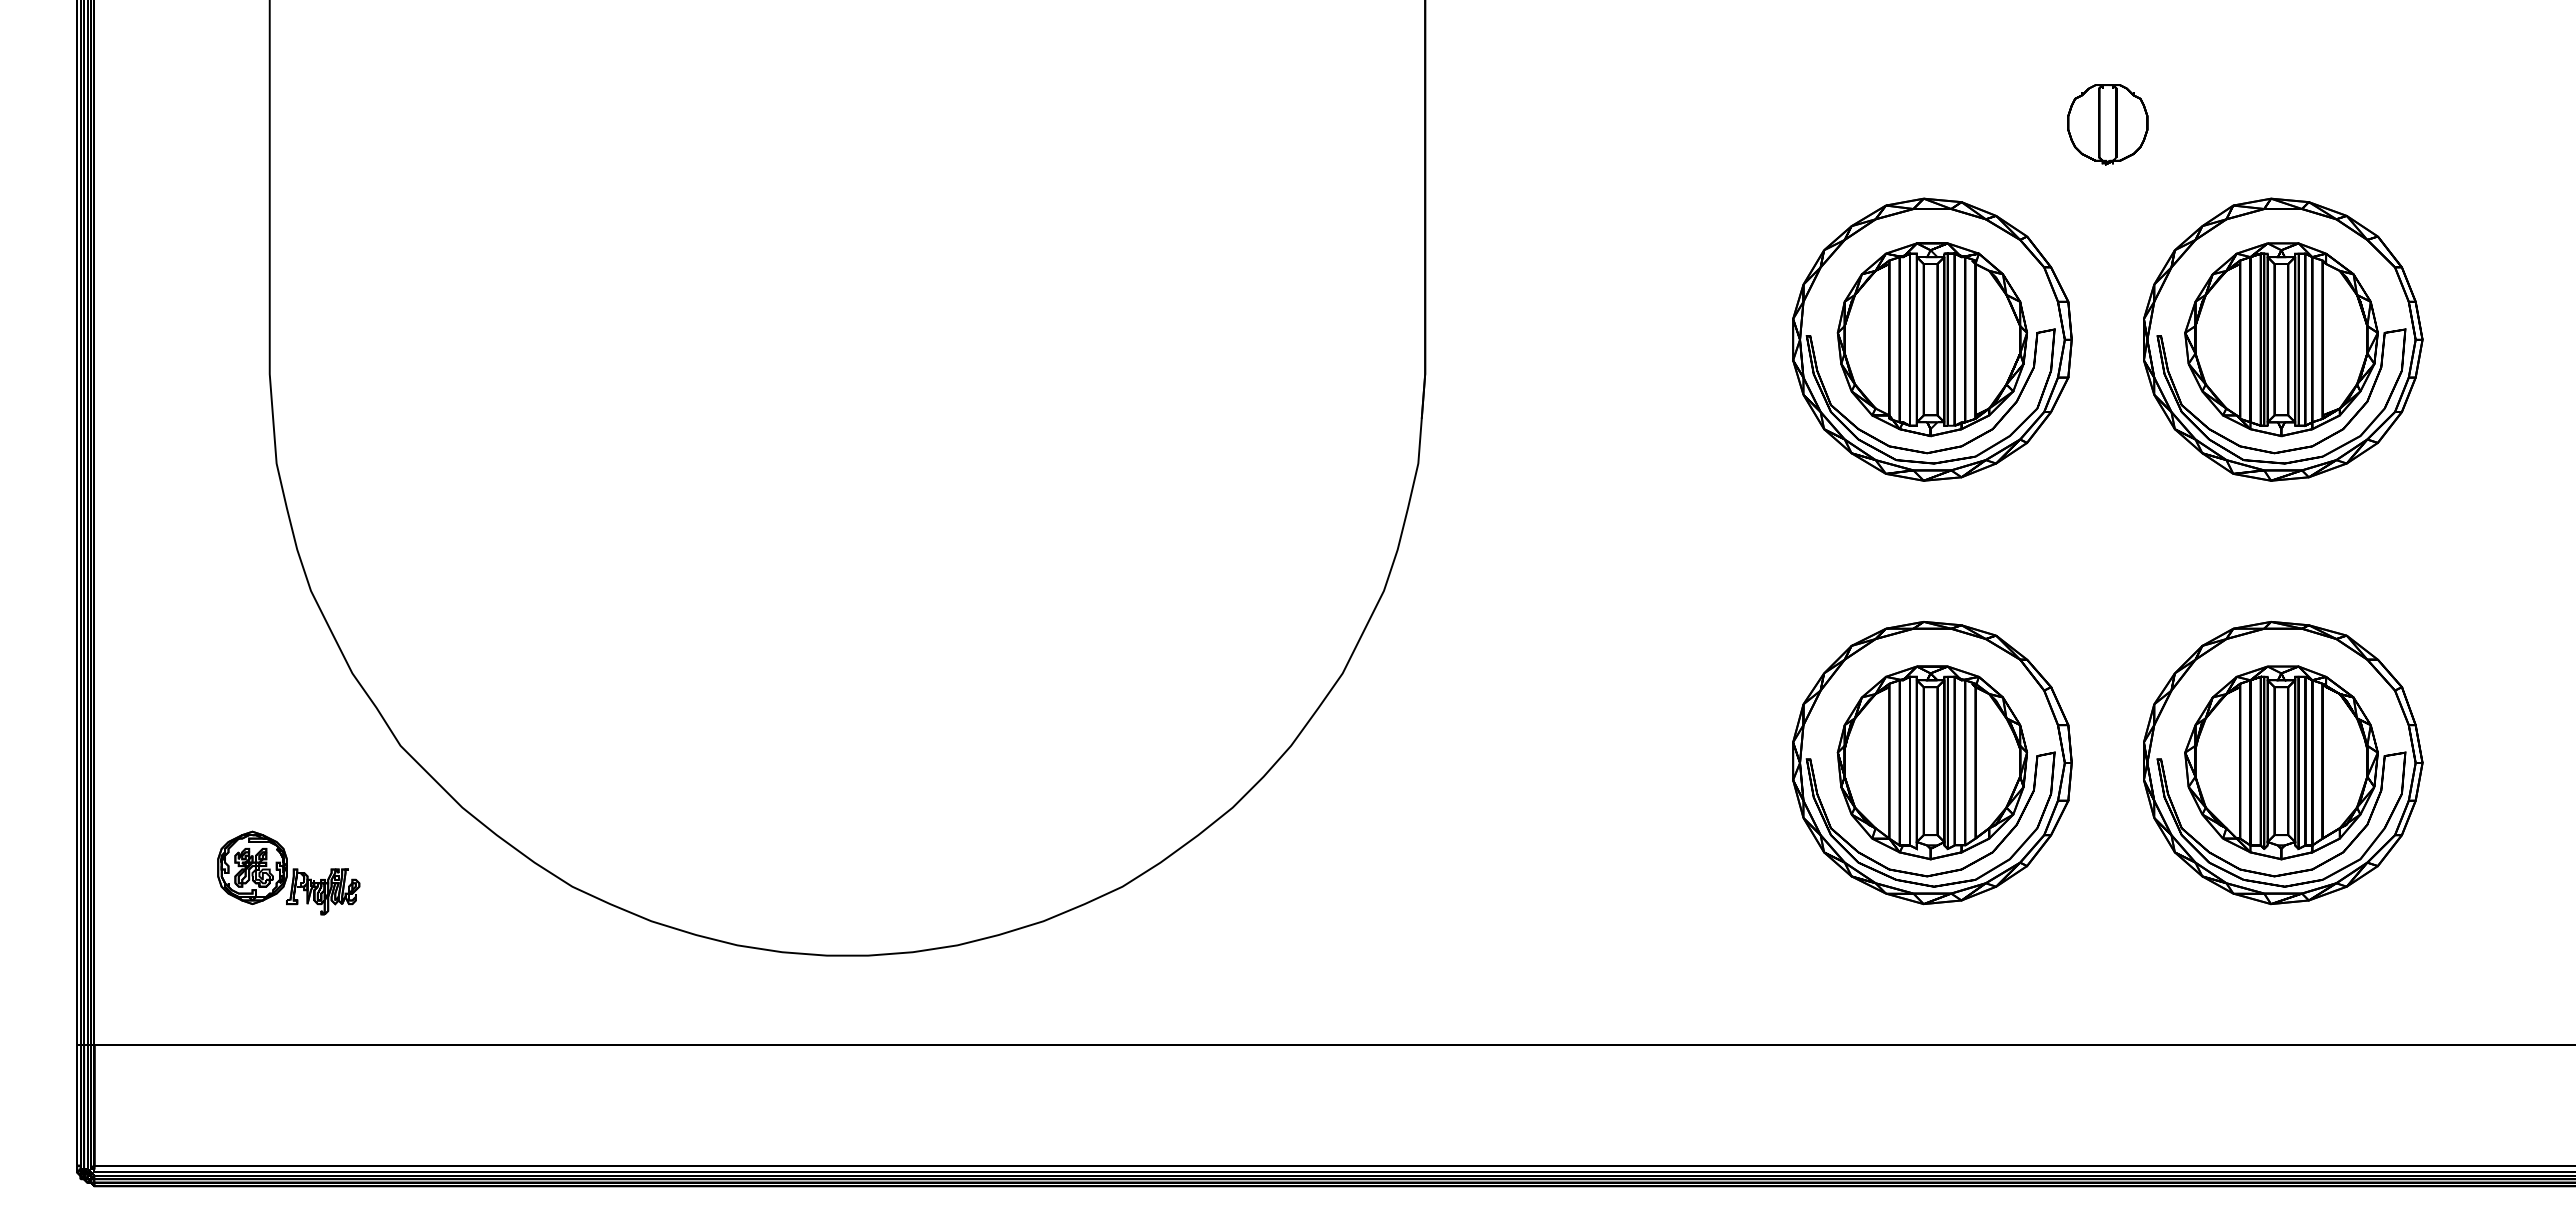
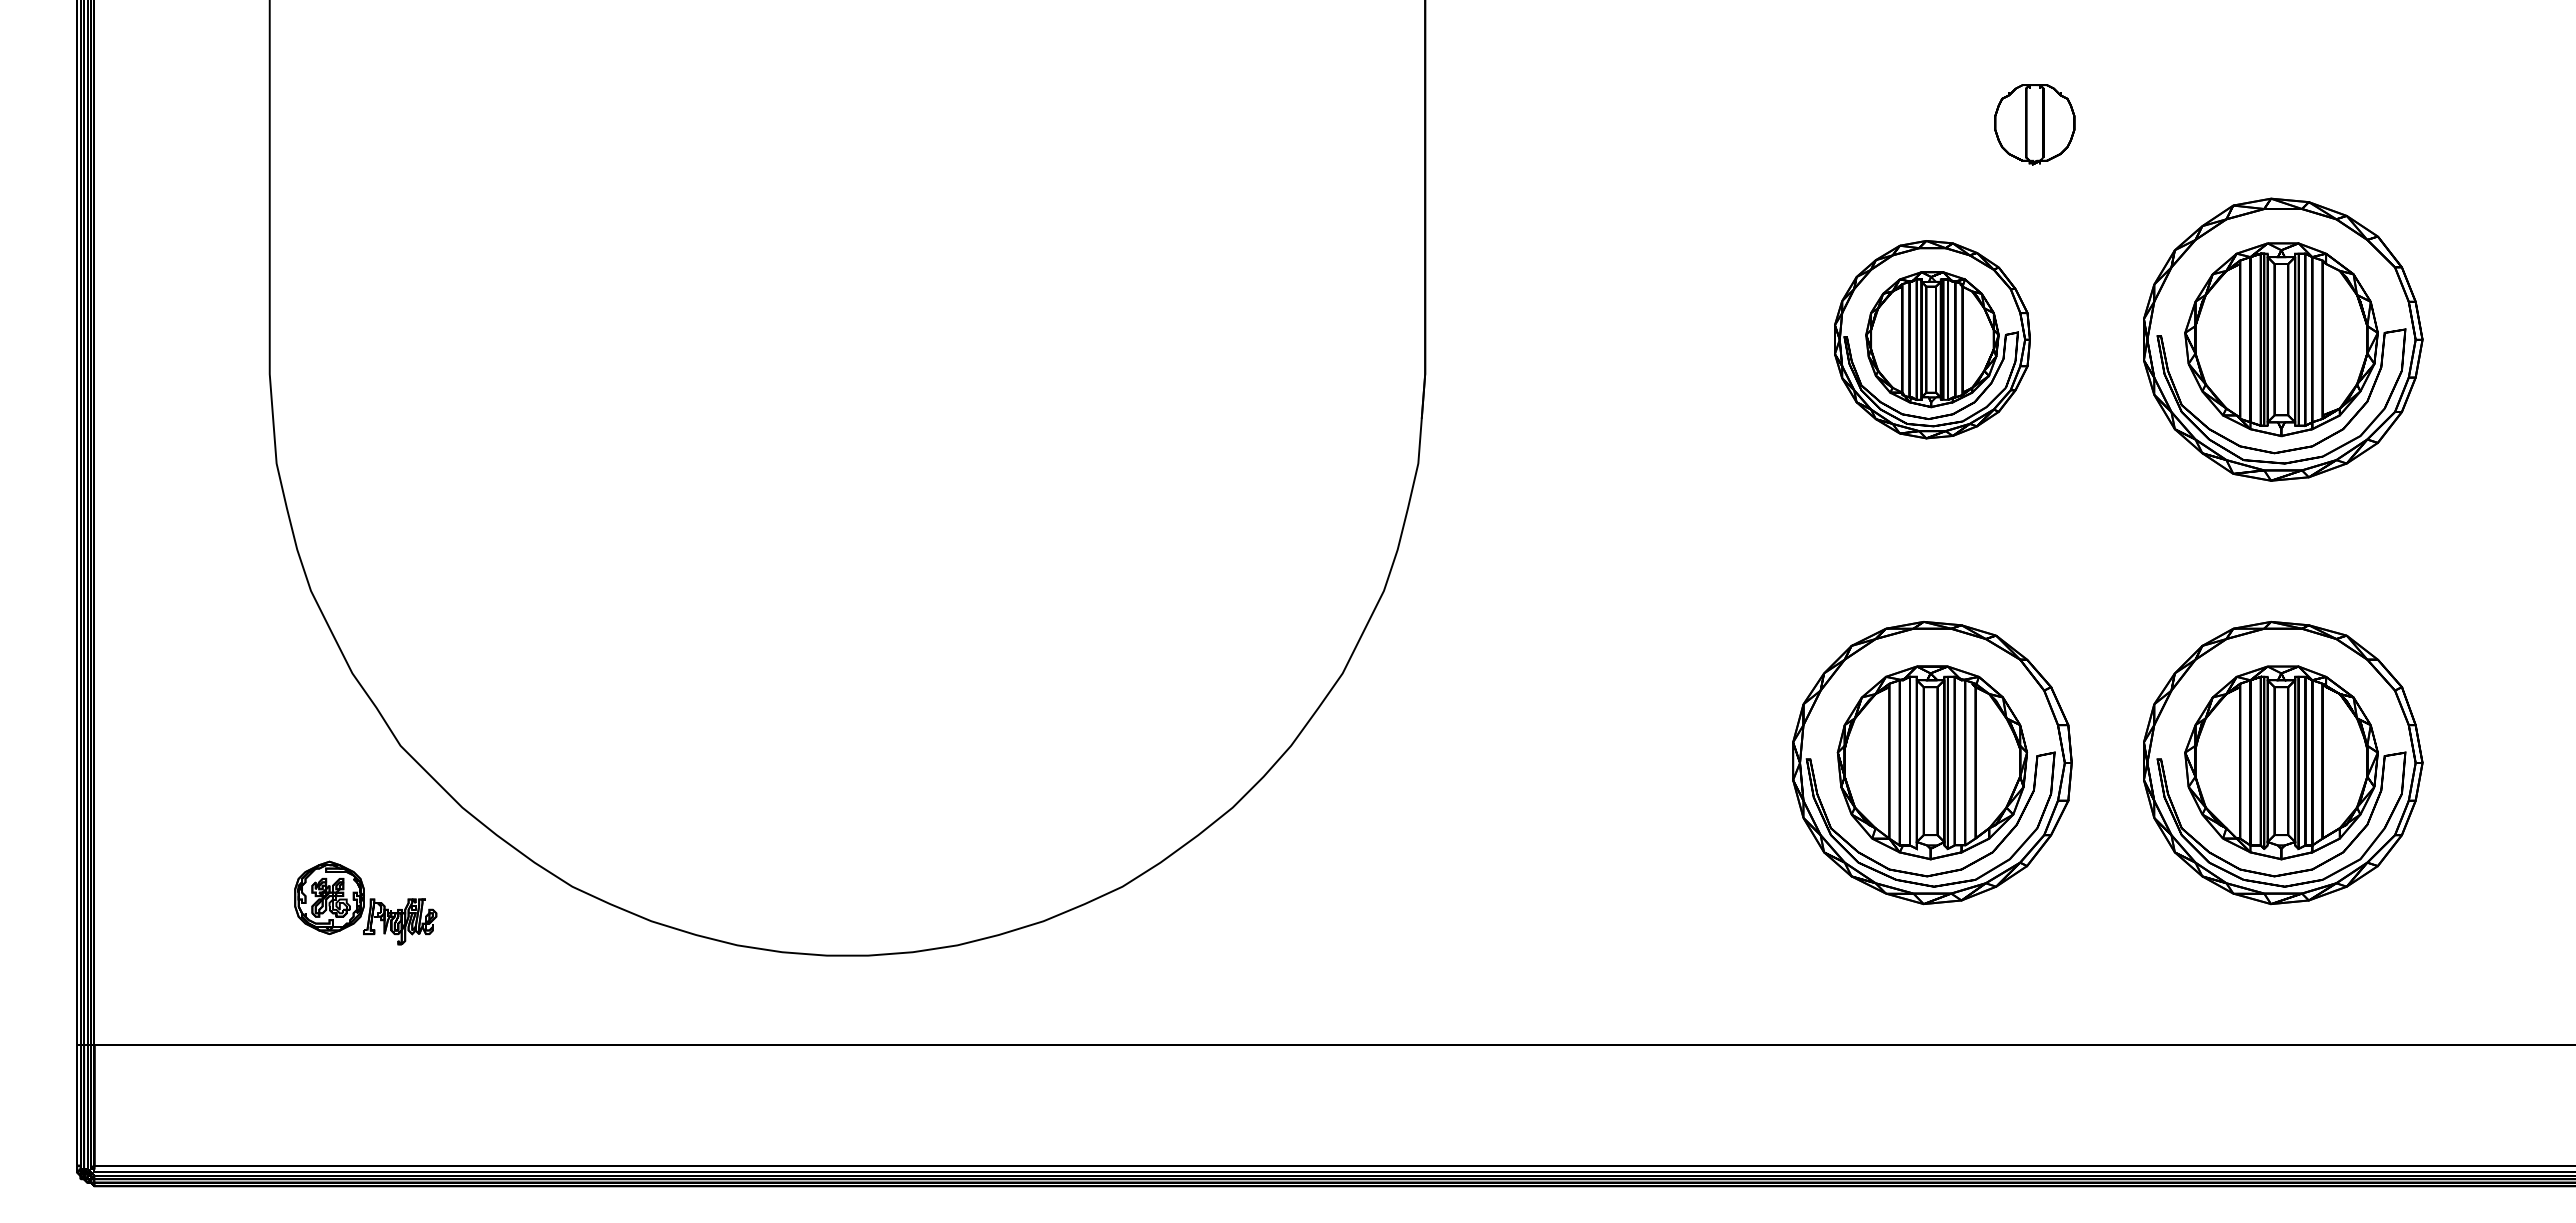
part at (2107, 124) position: (2107, 124) -> (2034, 124)
part at (1932, 339) size: 281x285 px -> 197x200 px
part at (288, 872) position: (288, 872) -> (365, 902)
